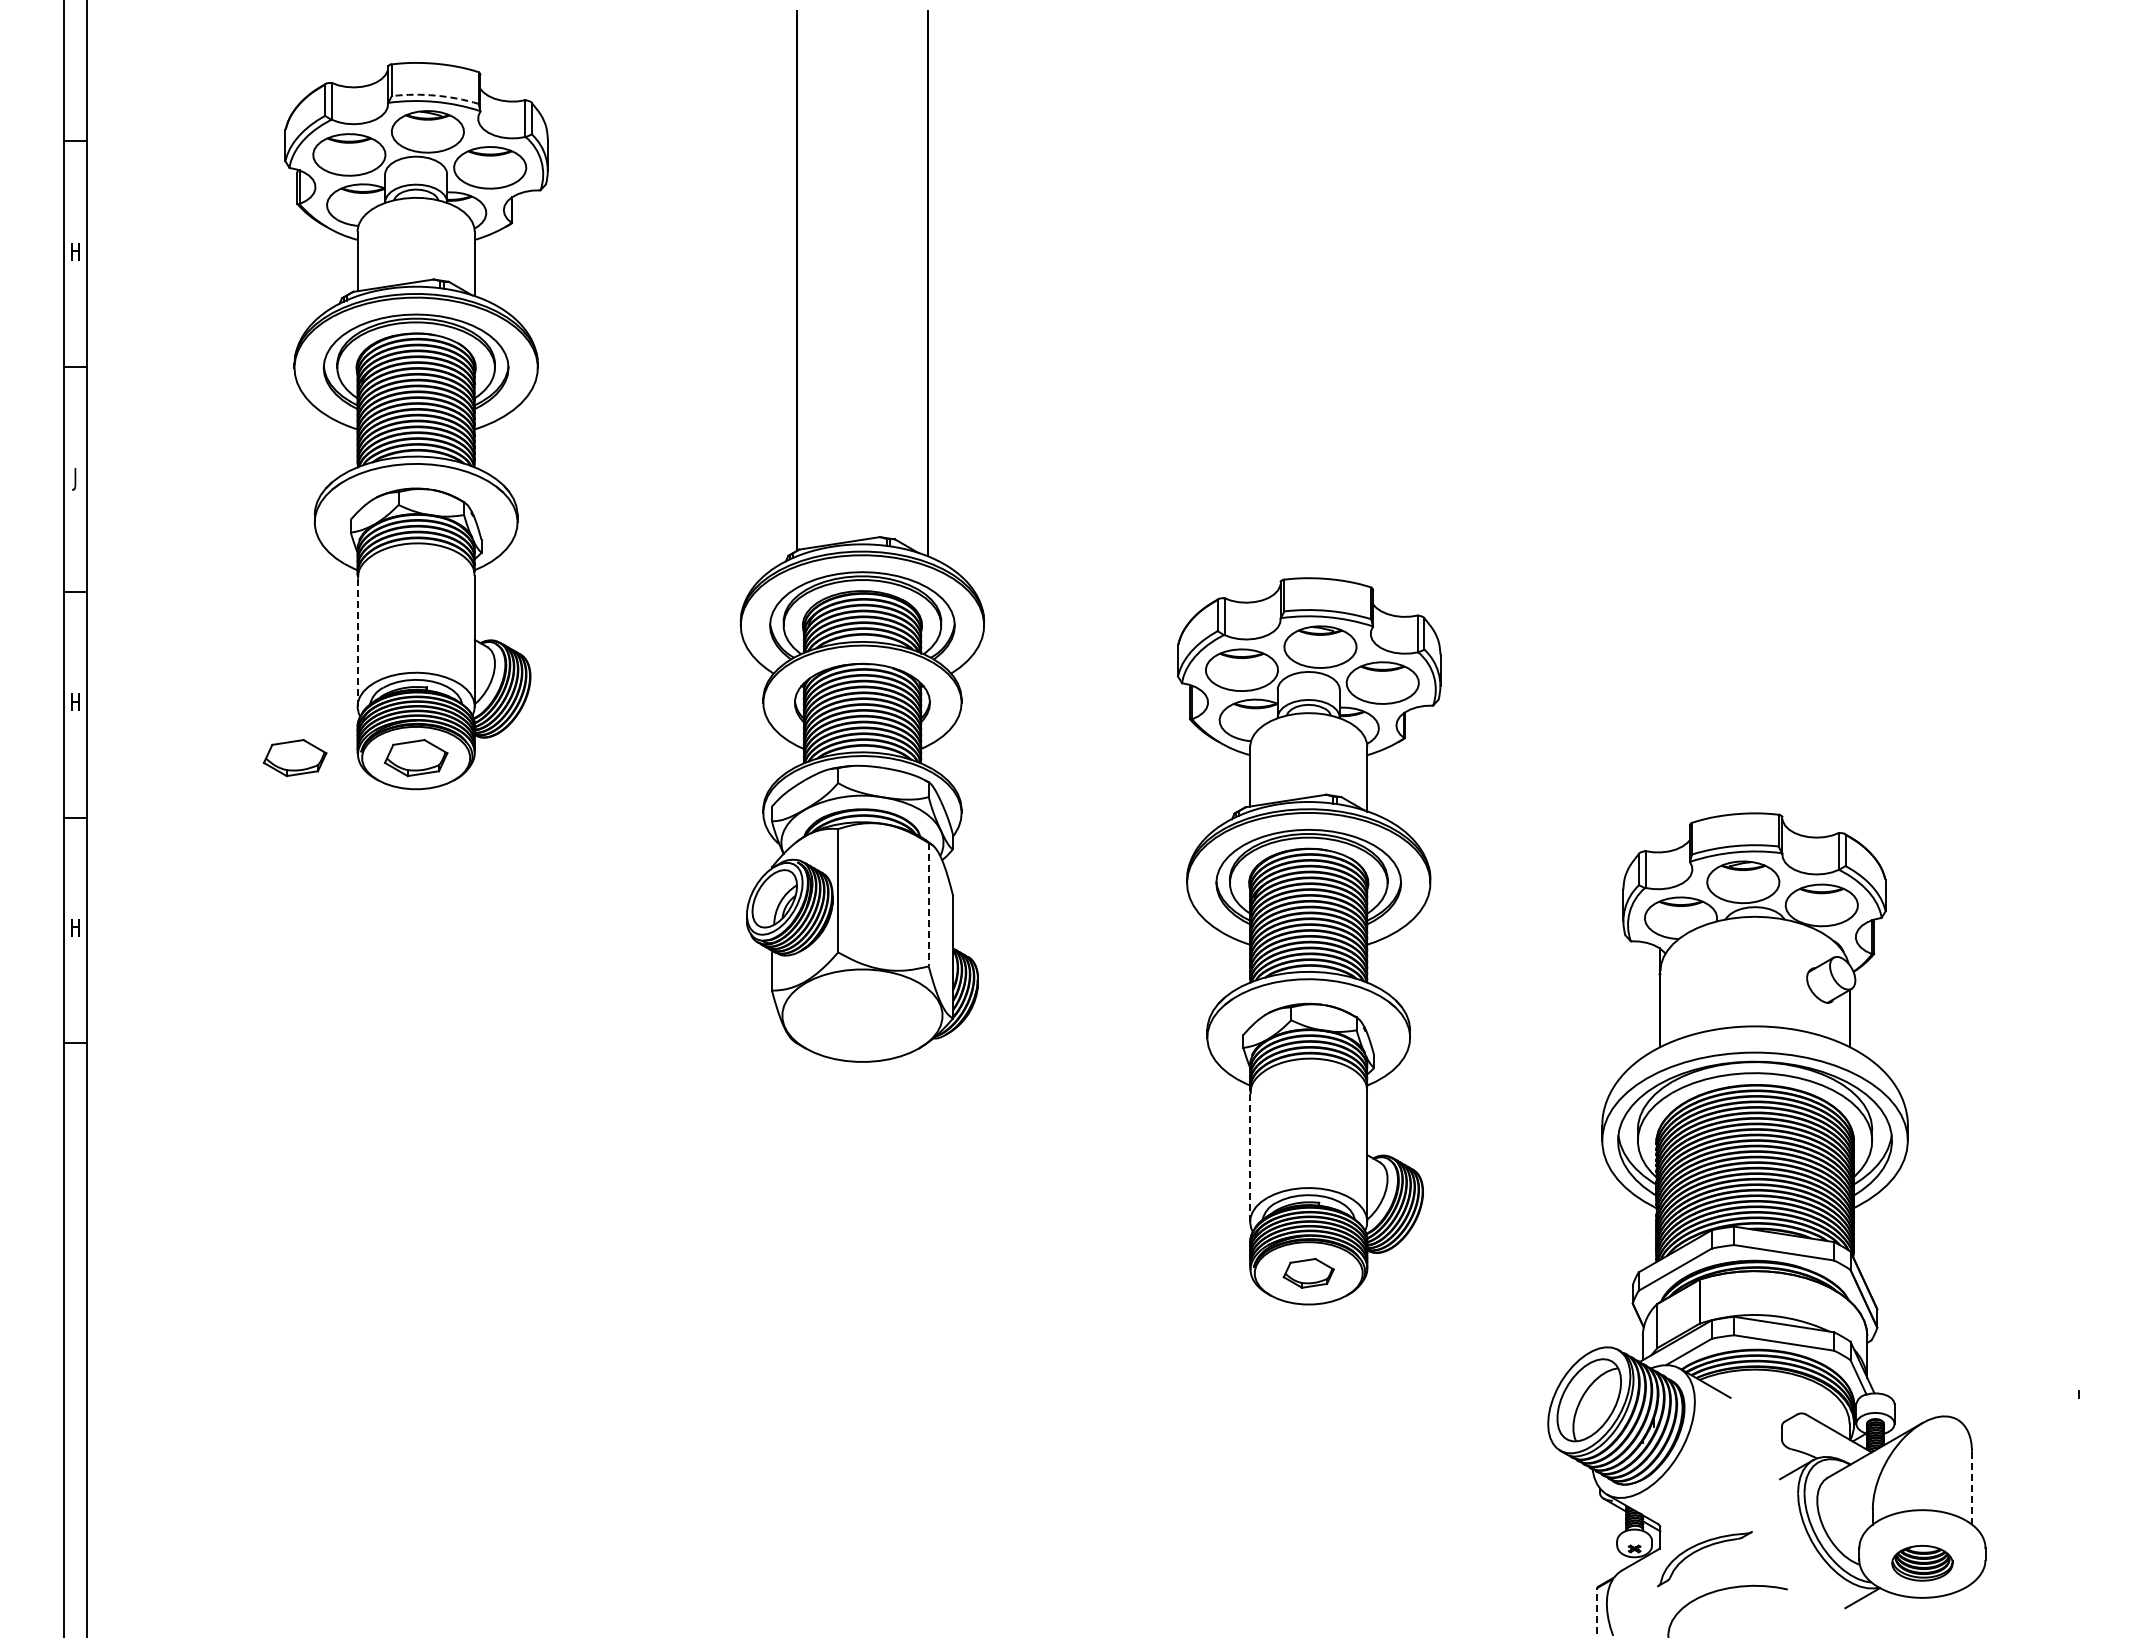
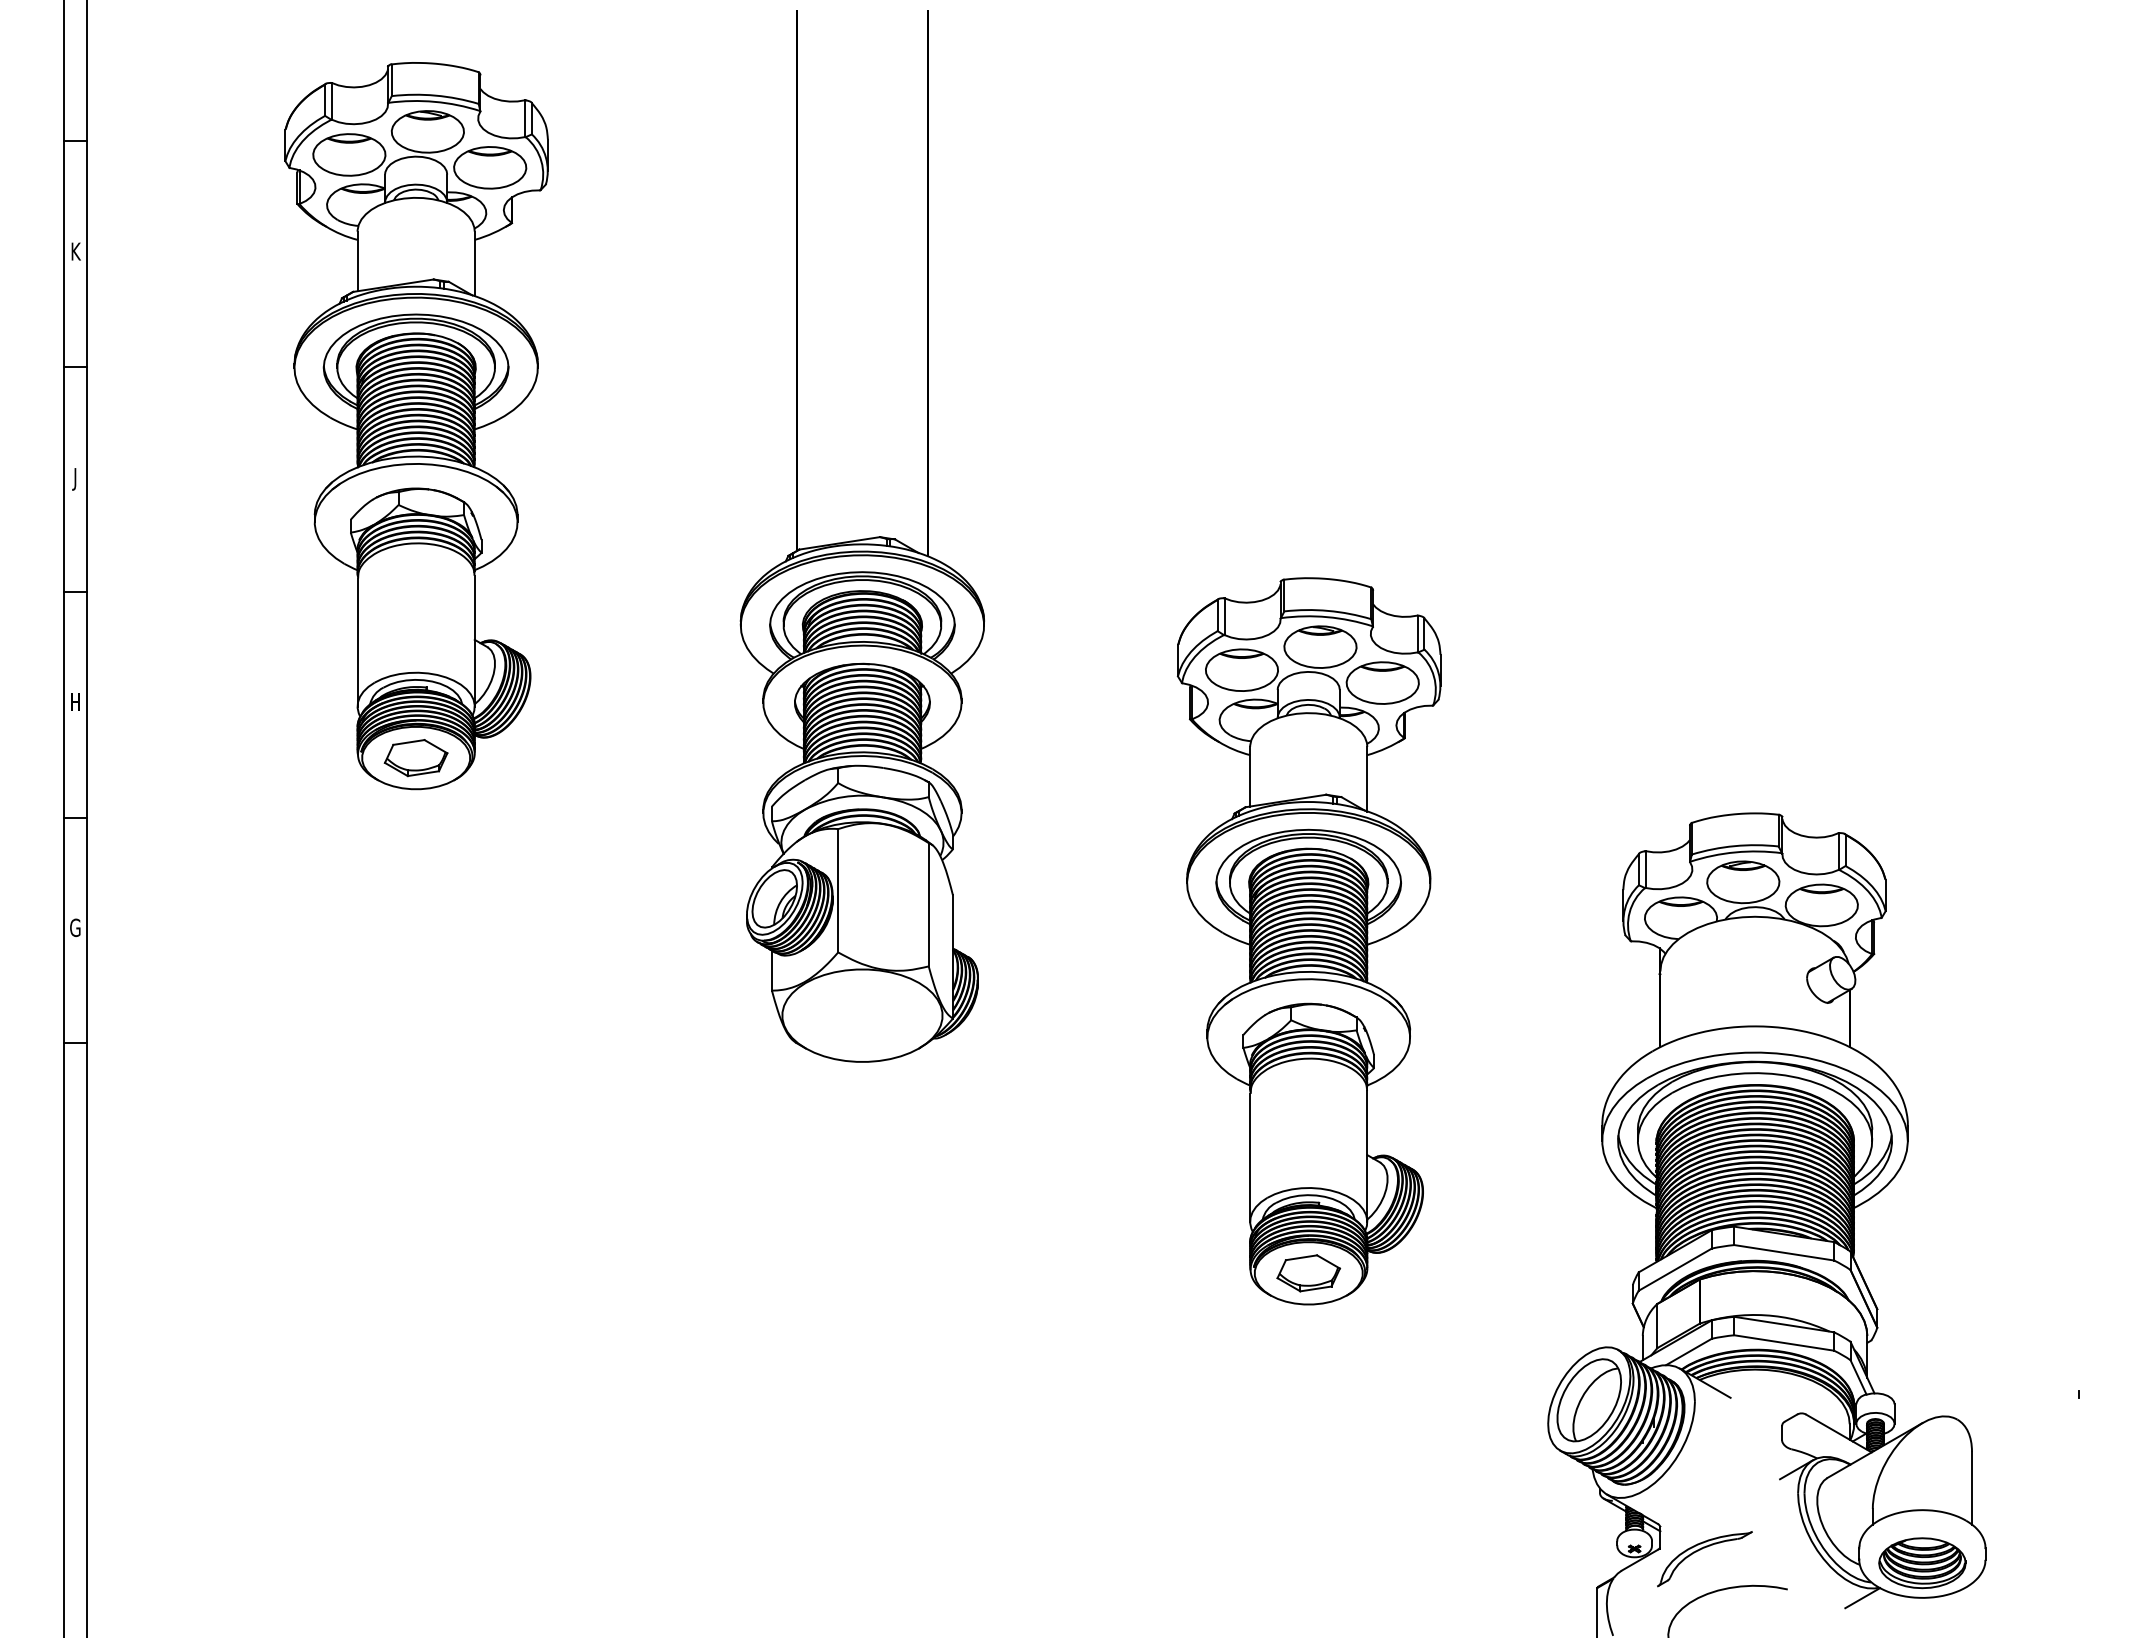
arc at (435, 95): dashed -> solid
text at (75, 251): H -> K
line at (357, 642): dashed -> solid
part at (294, 758): present -> none
line at (928, 904): dashed -> solid
text at (75, 927): H -> G
line at (1250, 1157): dashed -> solid
part at (1308, 1272) size: 53x32 px -> 66x39 px
line at (1971, 1487): dashed -> solid
part at (1922, 1562) size: 63x38 px -> 89x53 px
line at (1597, 1612): dashed -> solid
